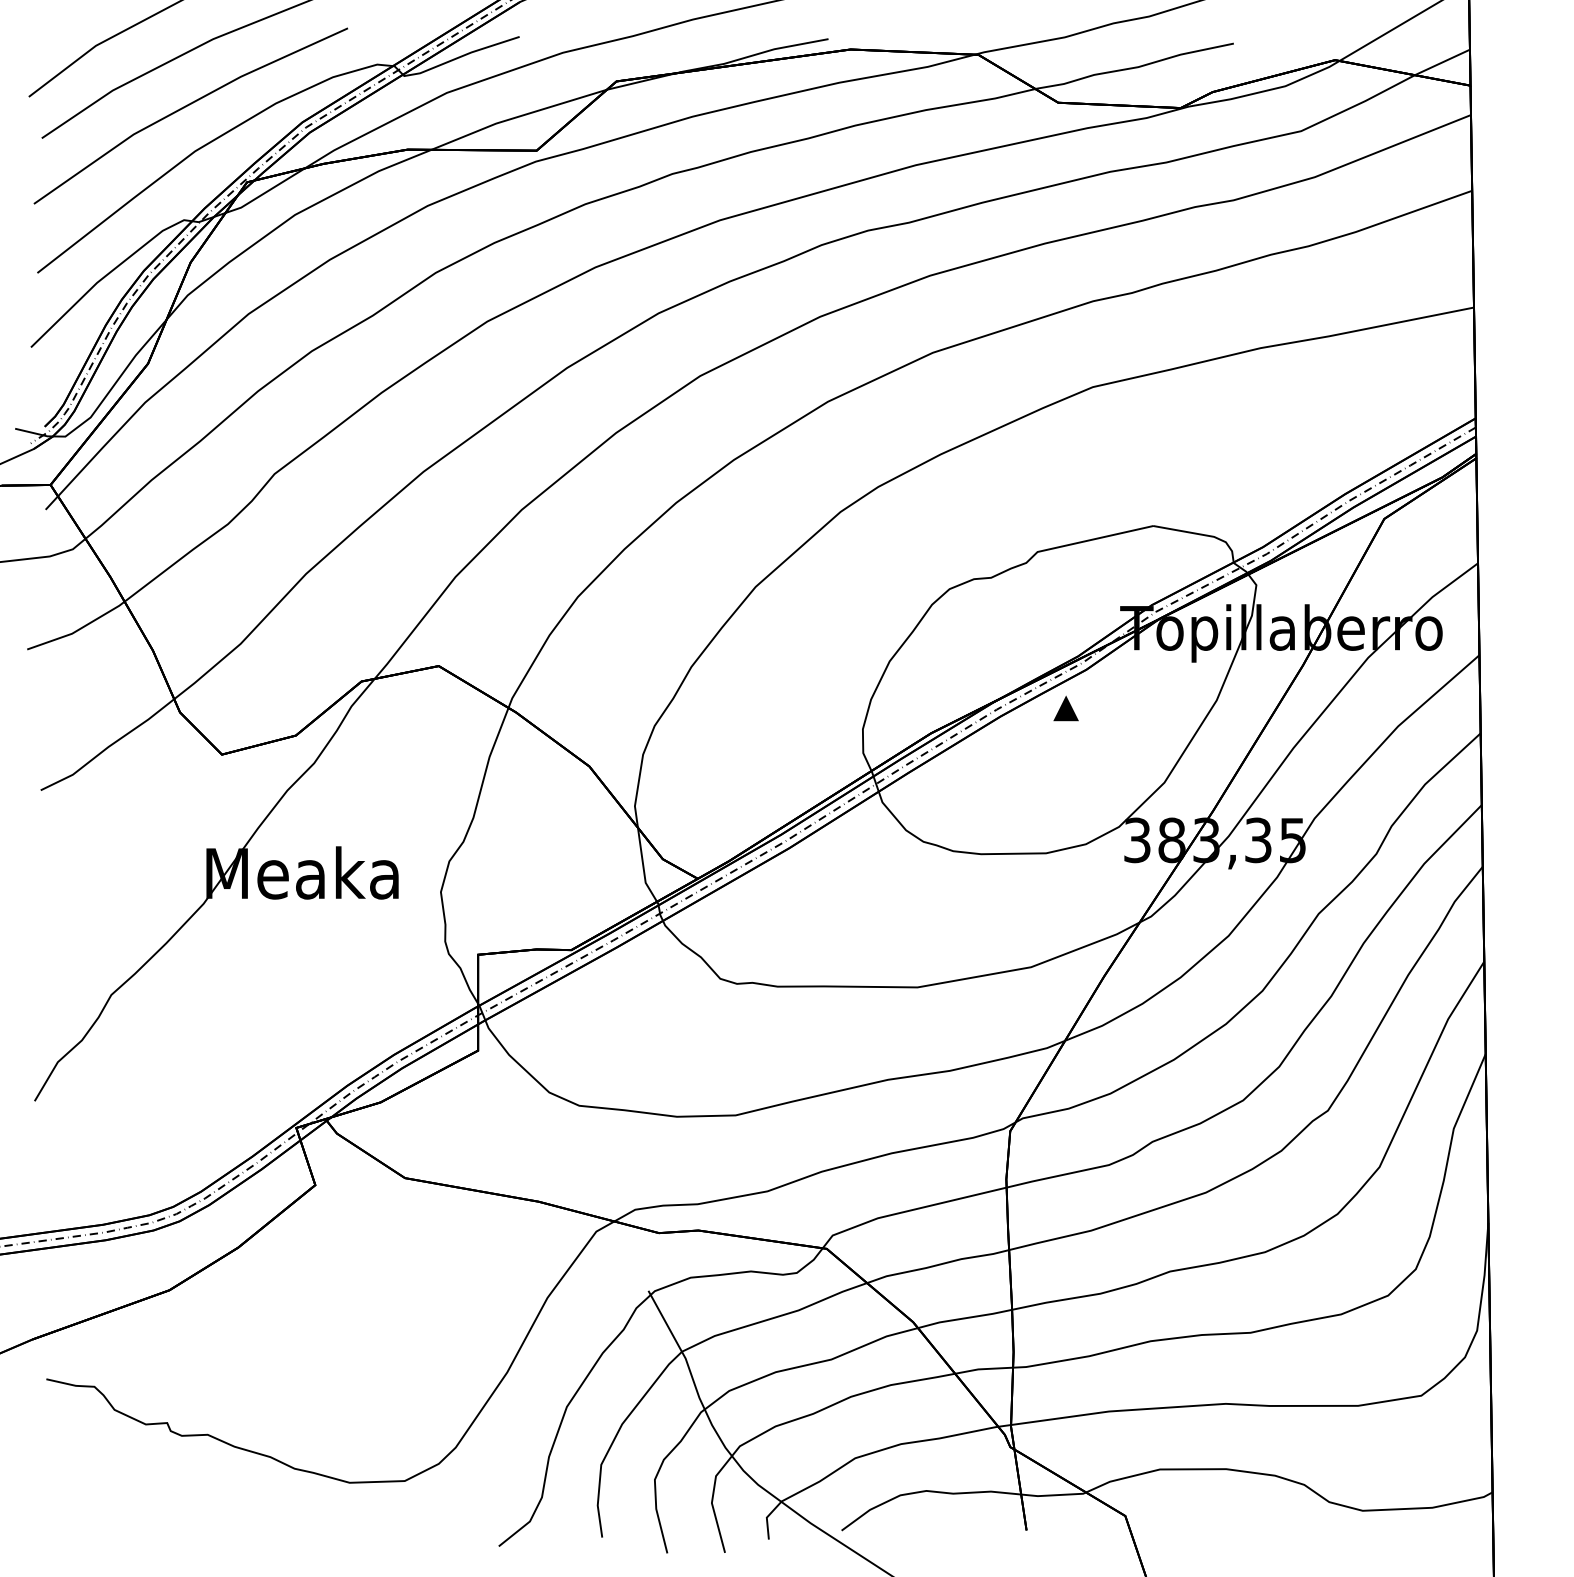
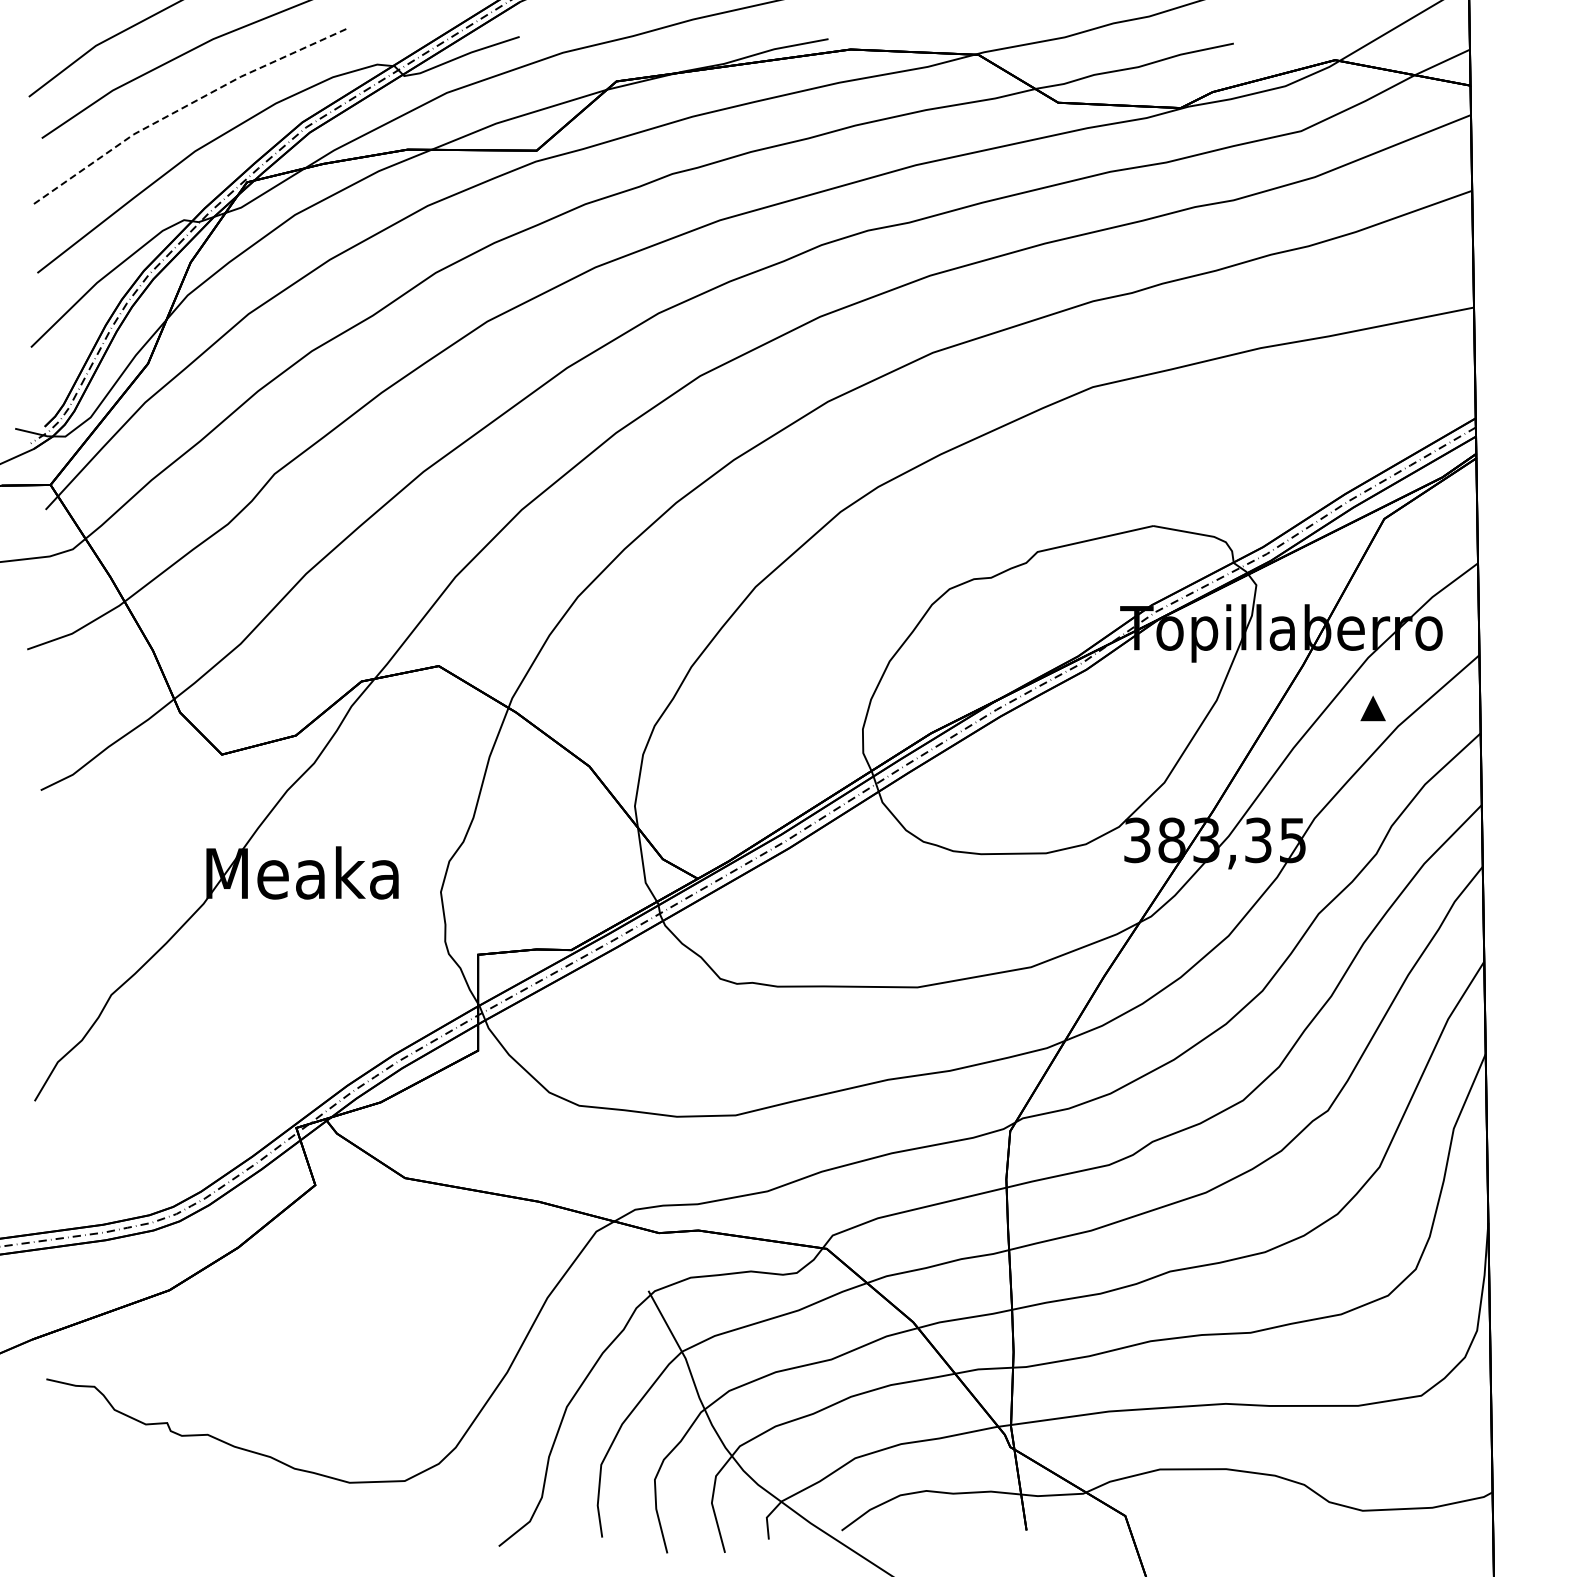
line at (185, 106): solid -> dashed
part at (1065, 708) position: (1065, 708) -> (1372, 708)
